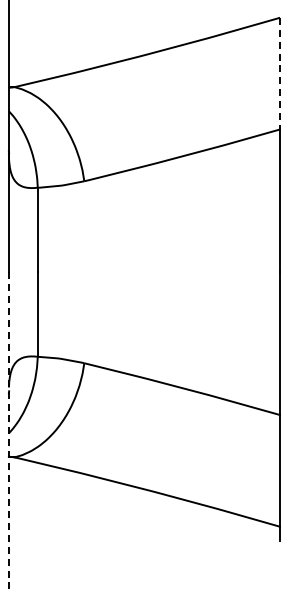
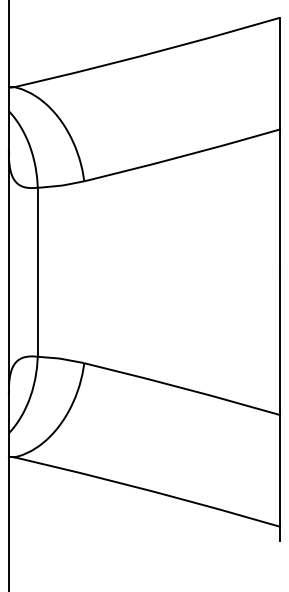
line at (280, 73): dashed -> solid
line at (8, 432): dashed -> solid
